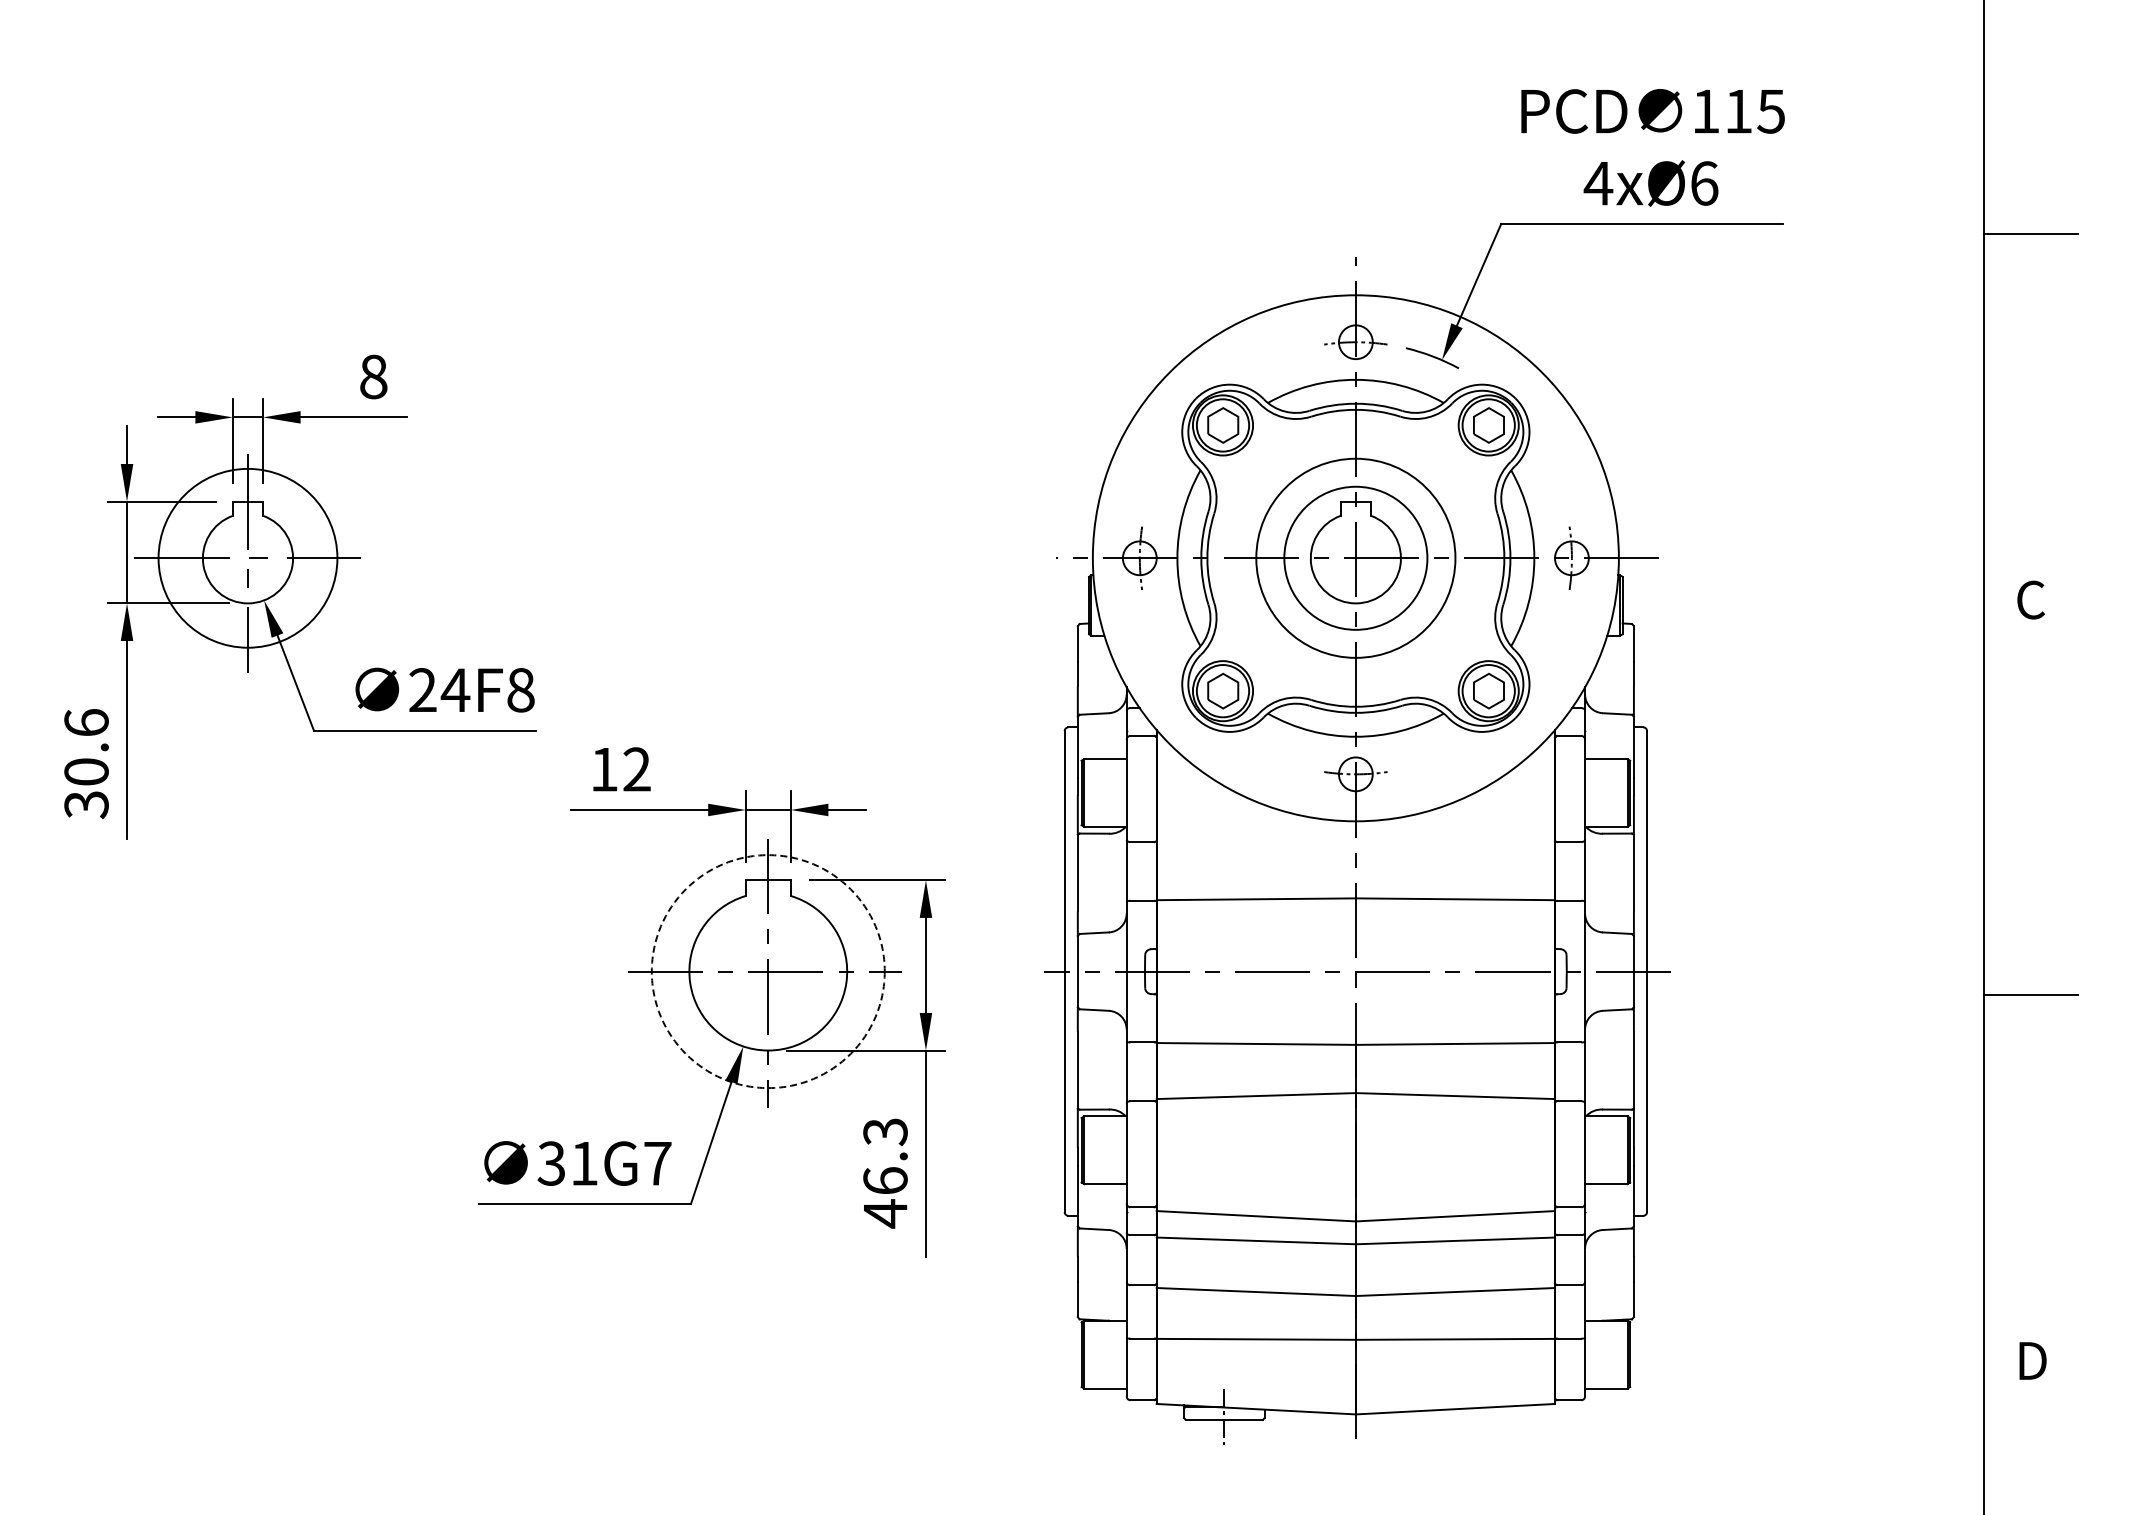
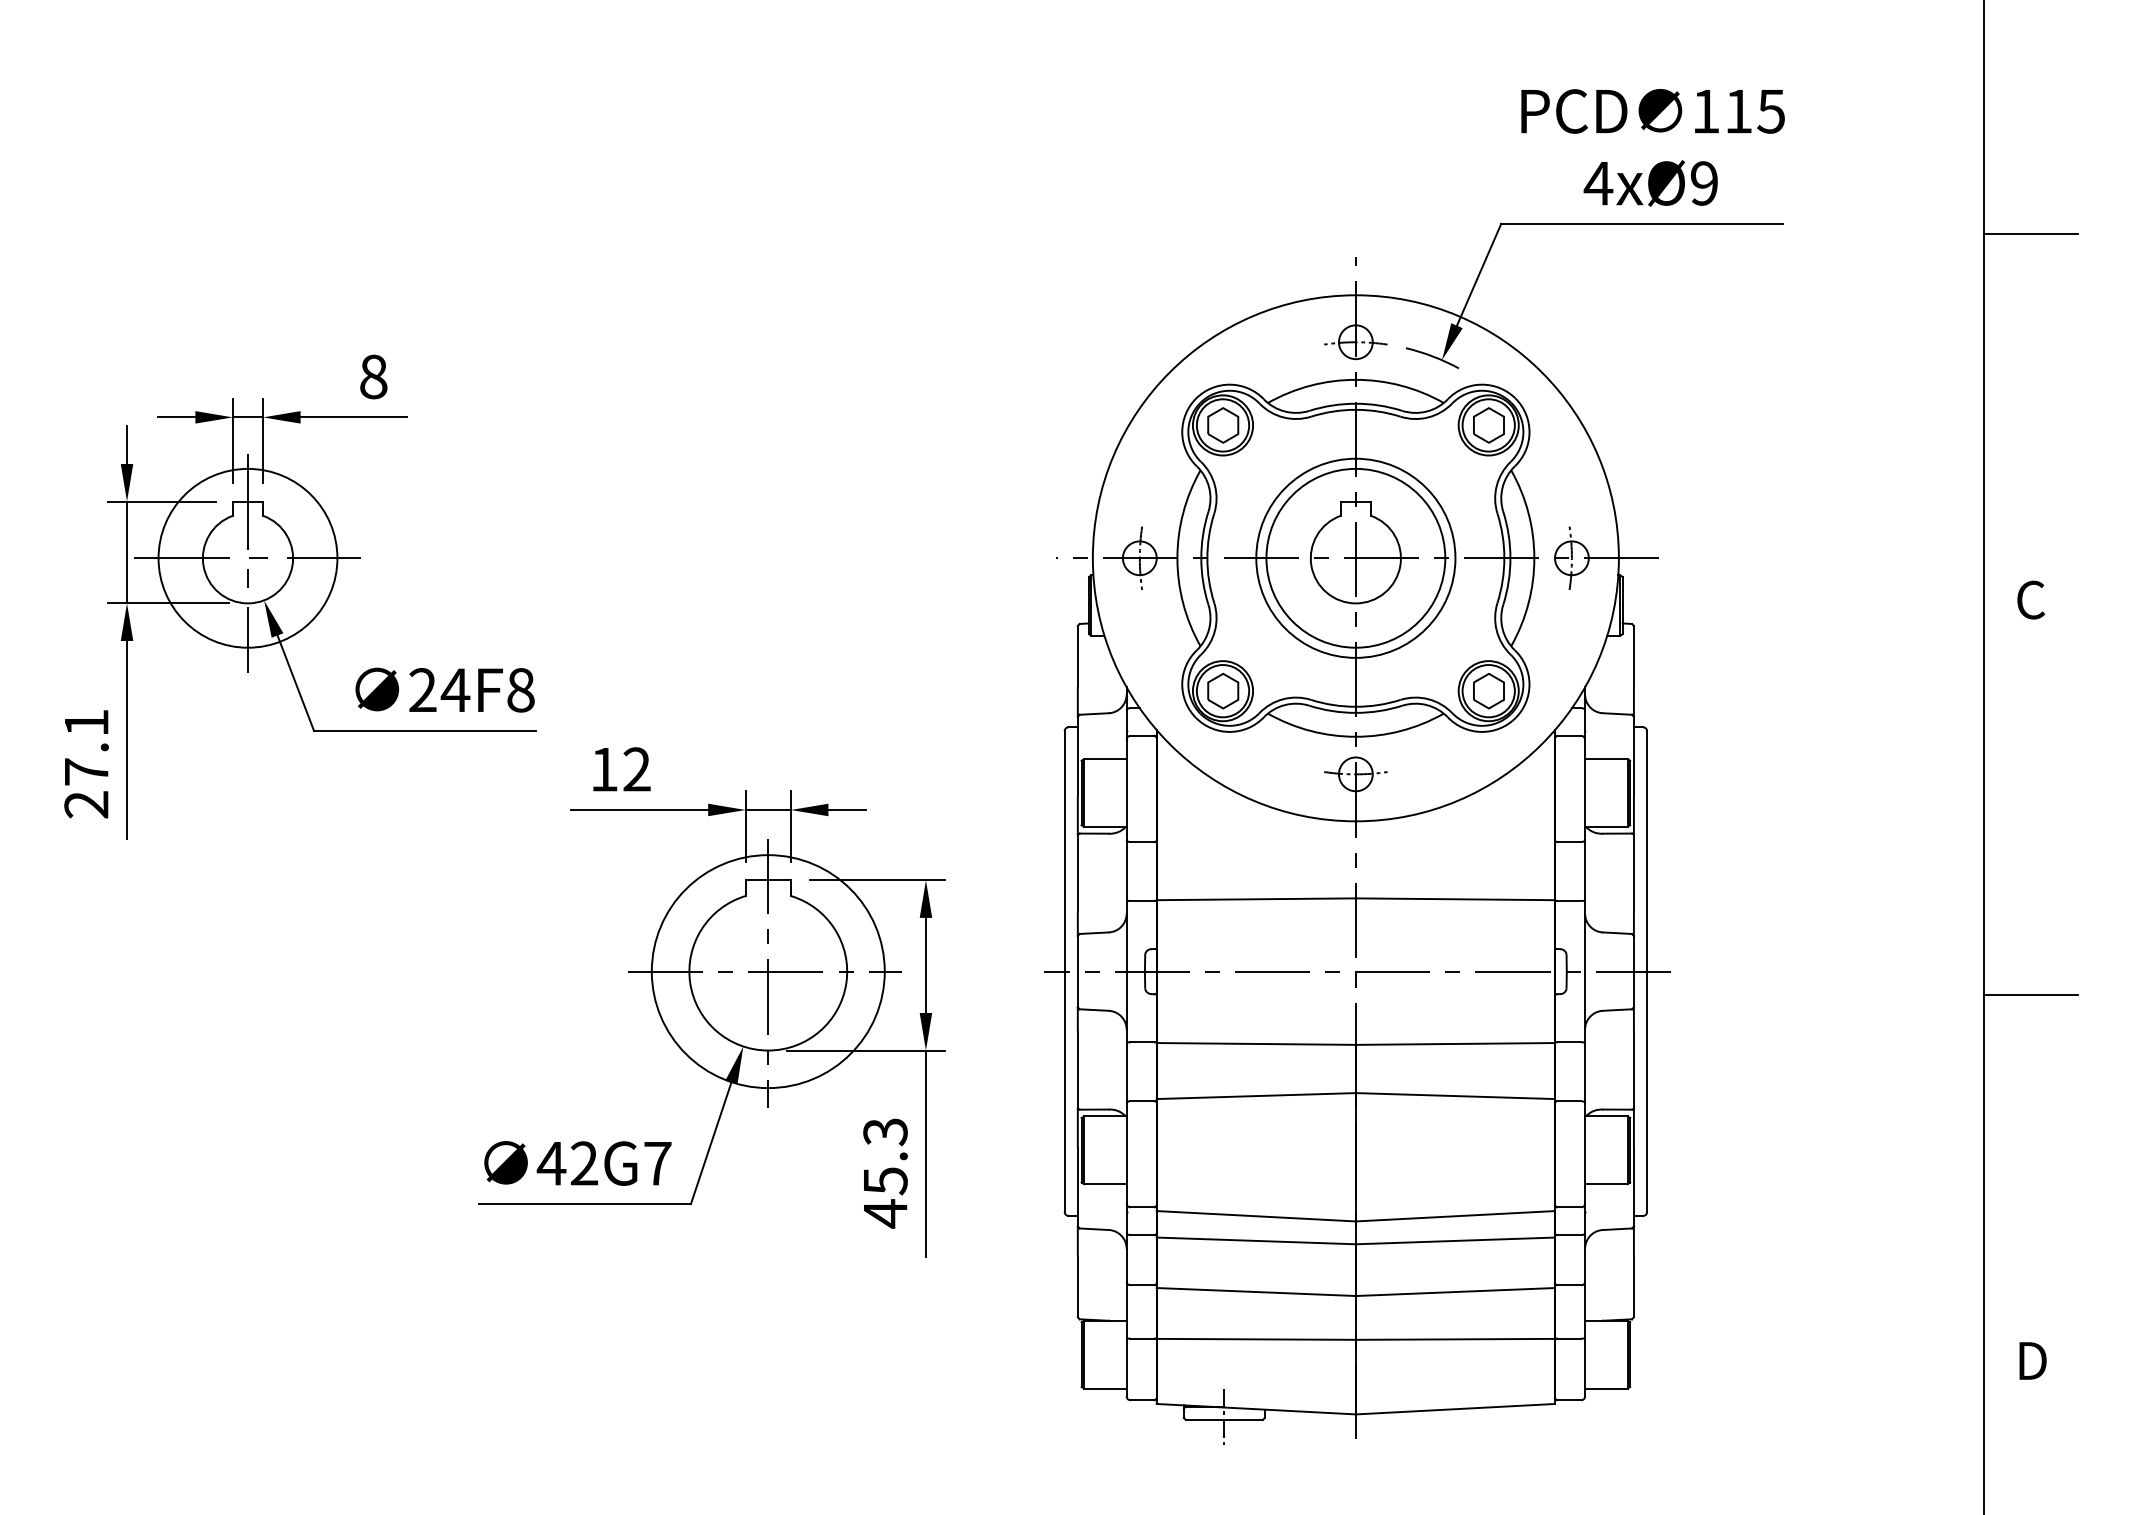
text at (1704, 183): 4xØ6 -> 4xØ9
circle at (1355, 557) diameter: 143 px -> 179 px
text at (86, 763): 30.6 -> 27.1
circle at (767, 971): dashed -> solid
text at (566, 1163): 31G7 -> 42G7
text at (885, 1181): 46.3 -> 45.3
